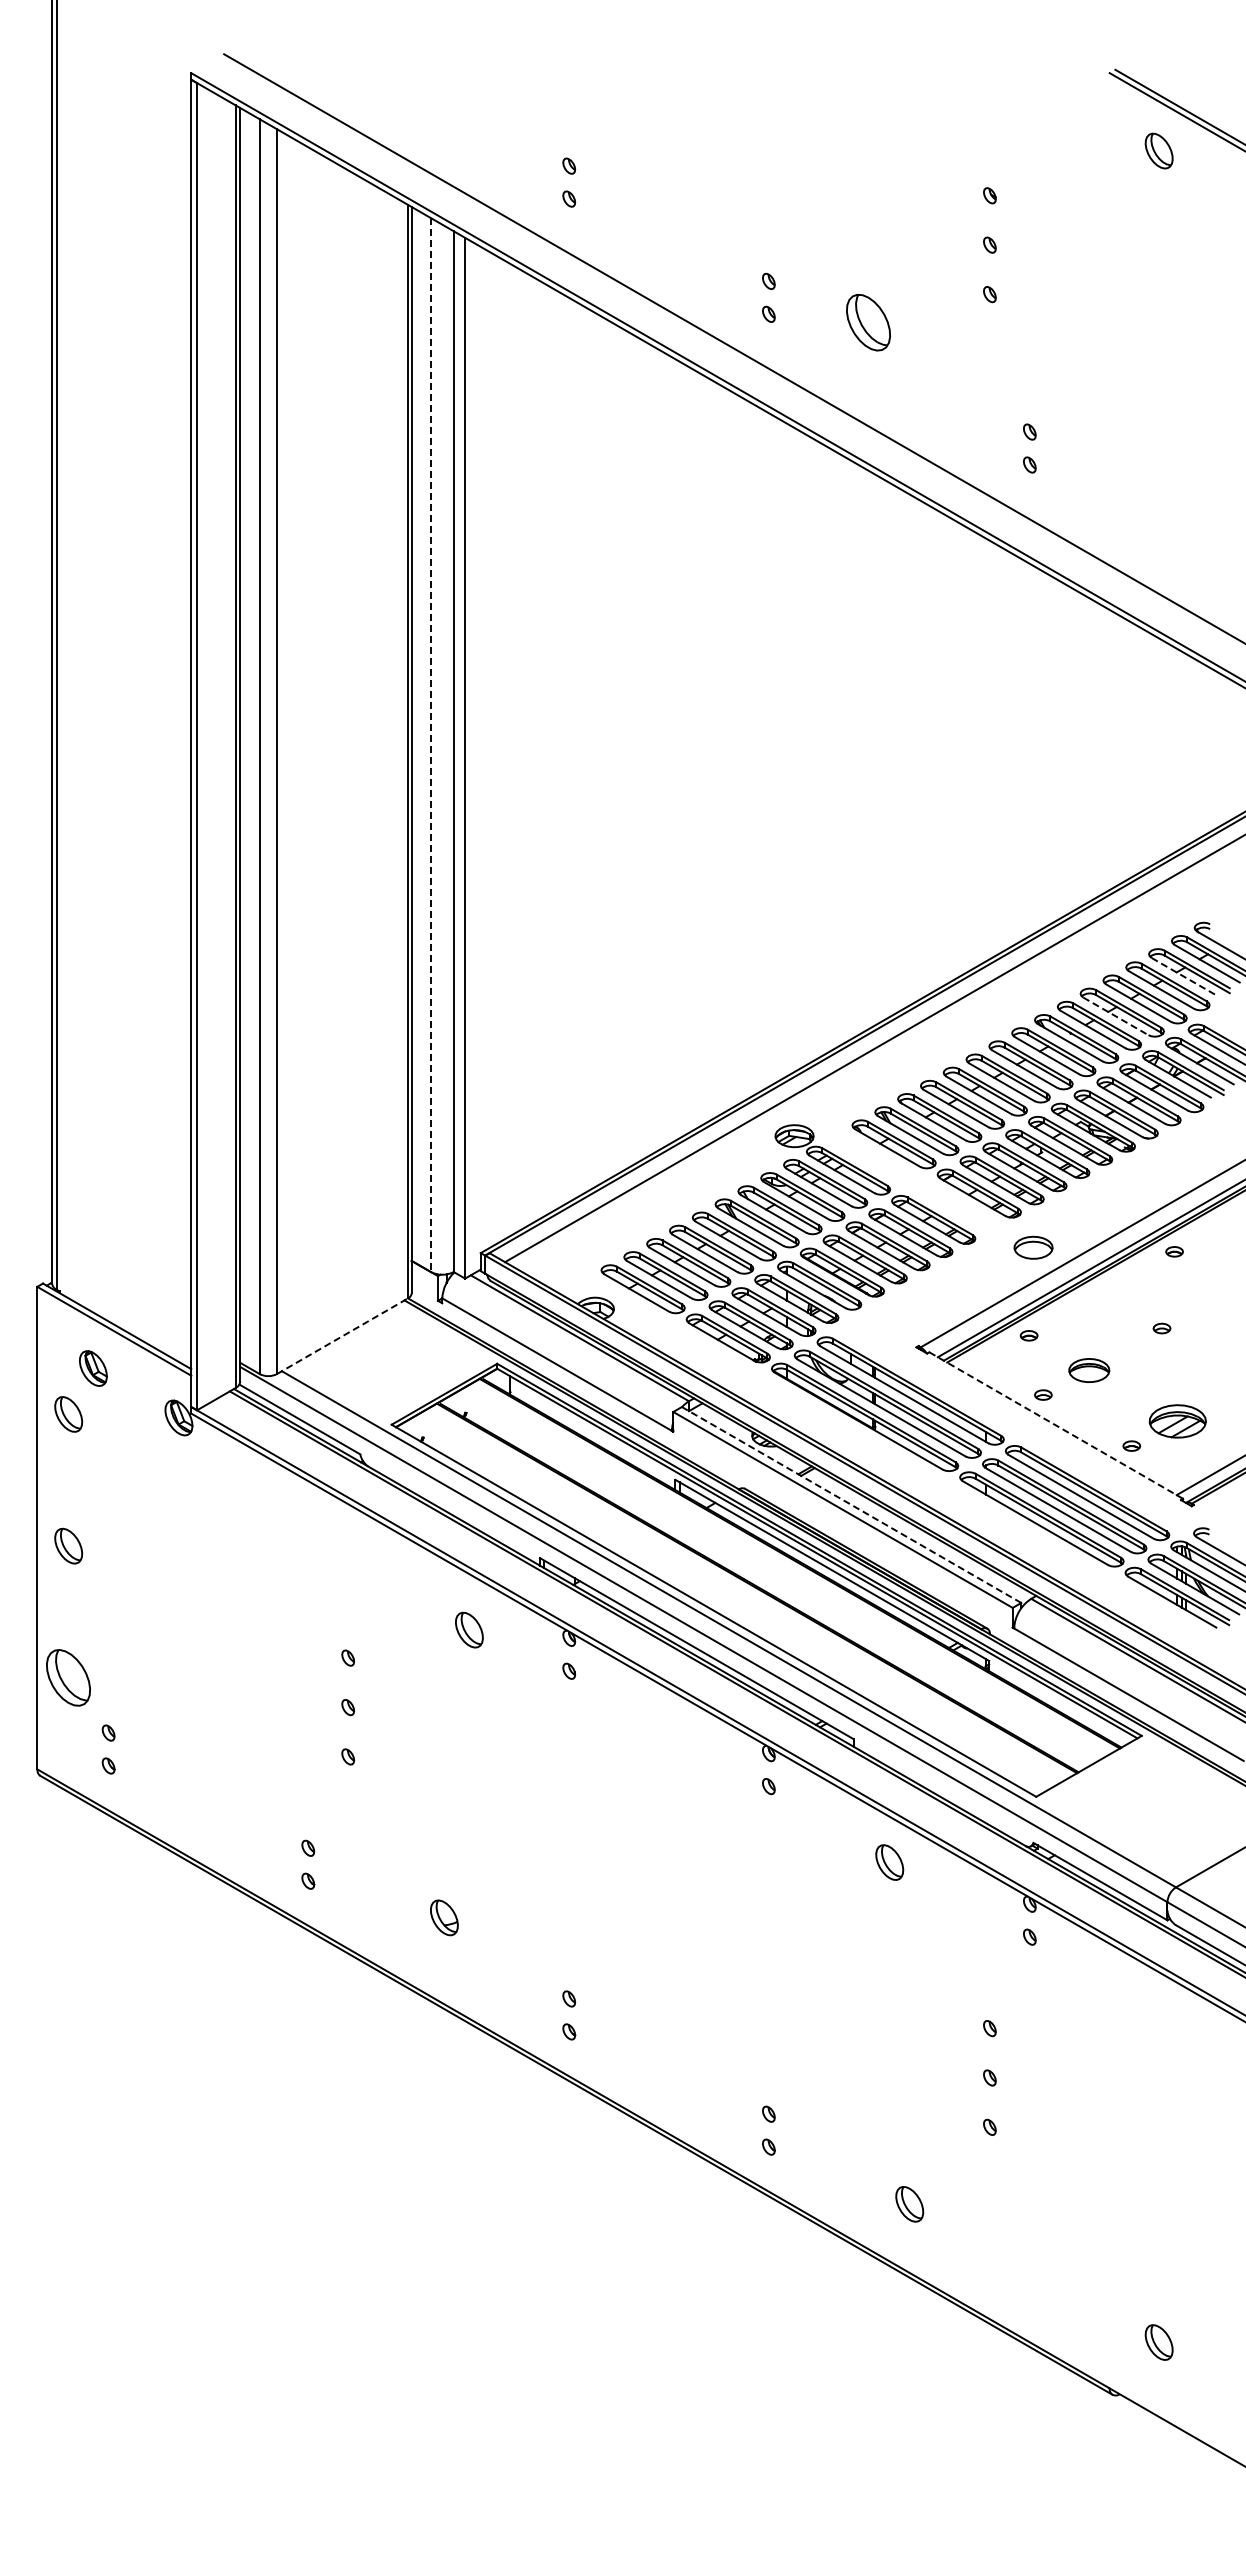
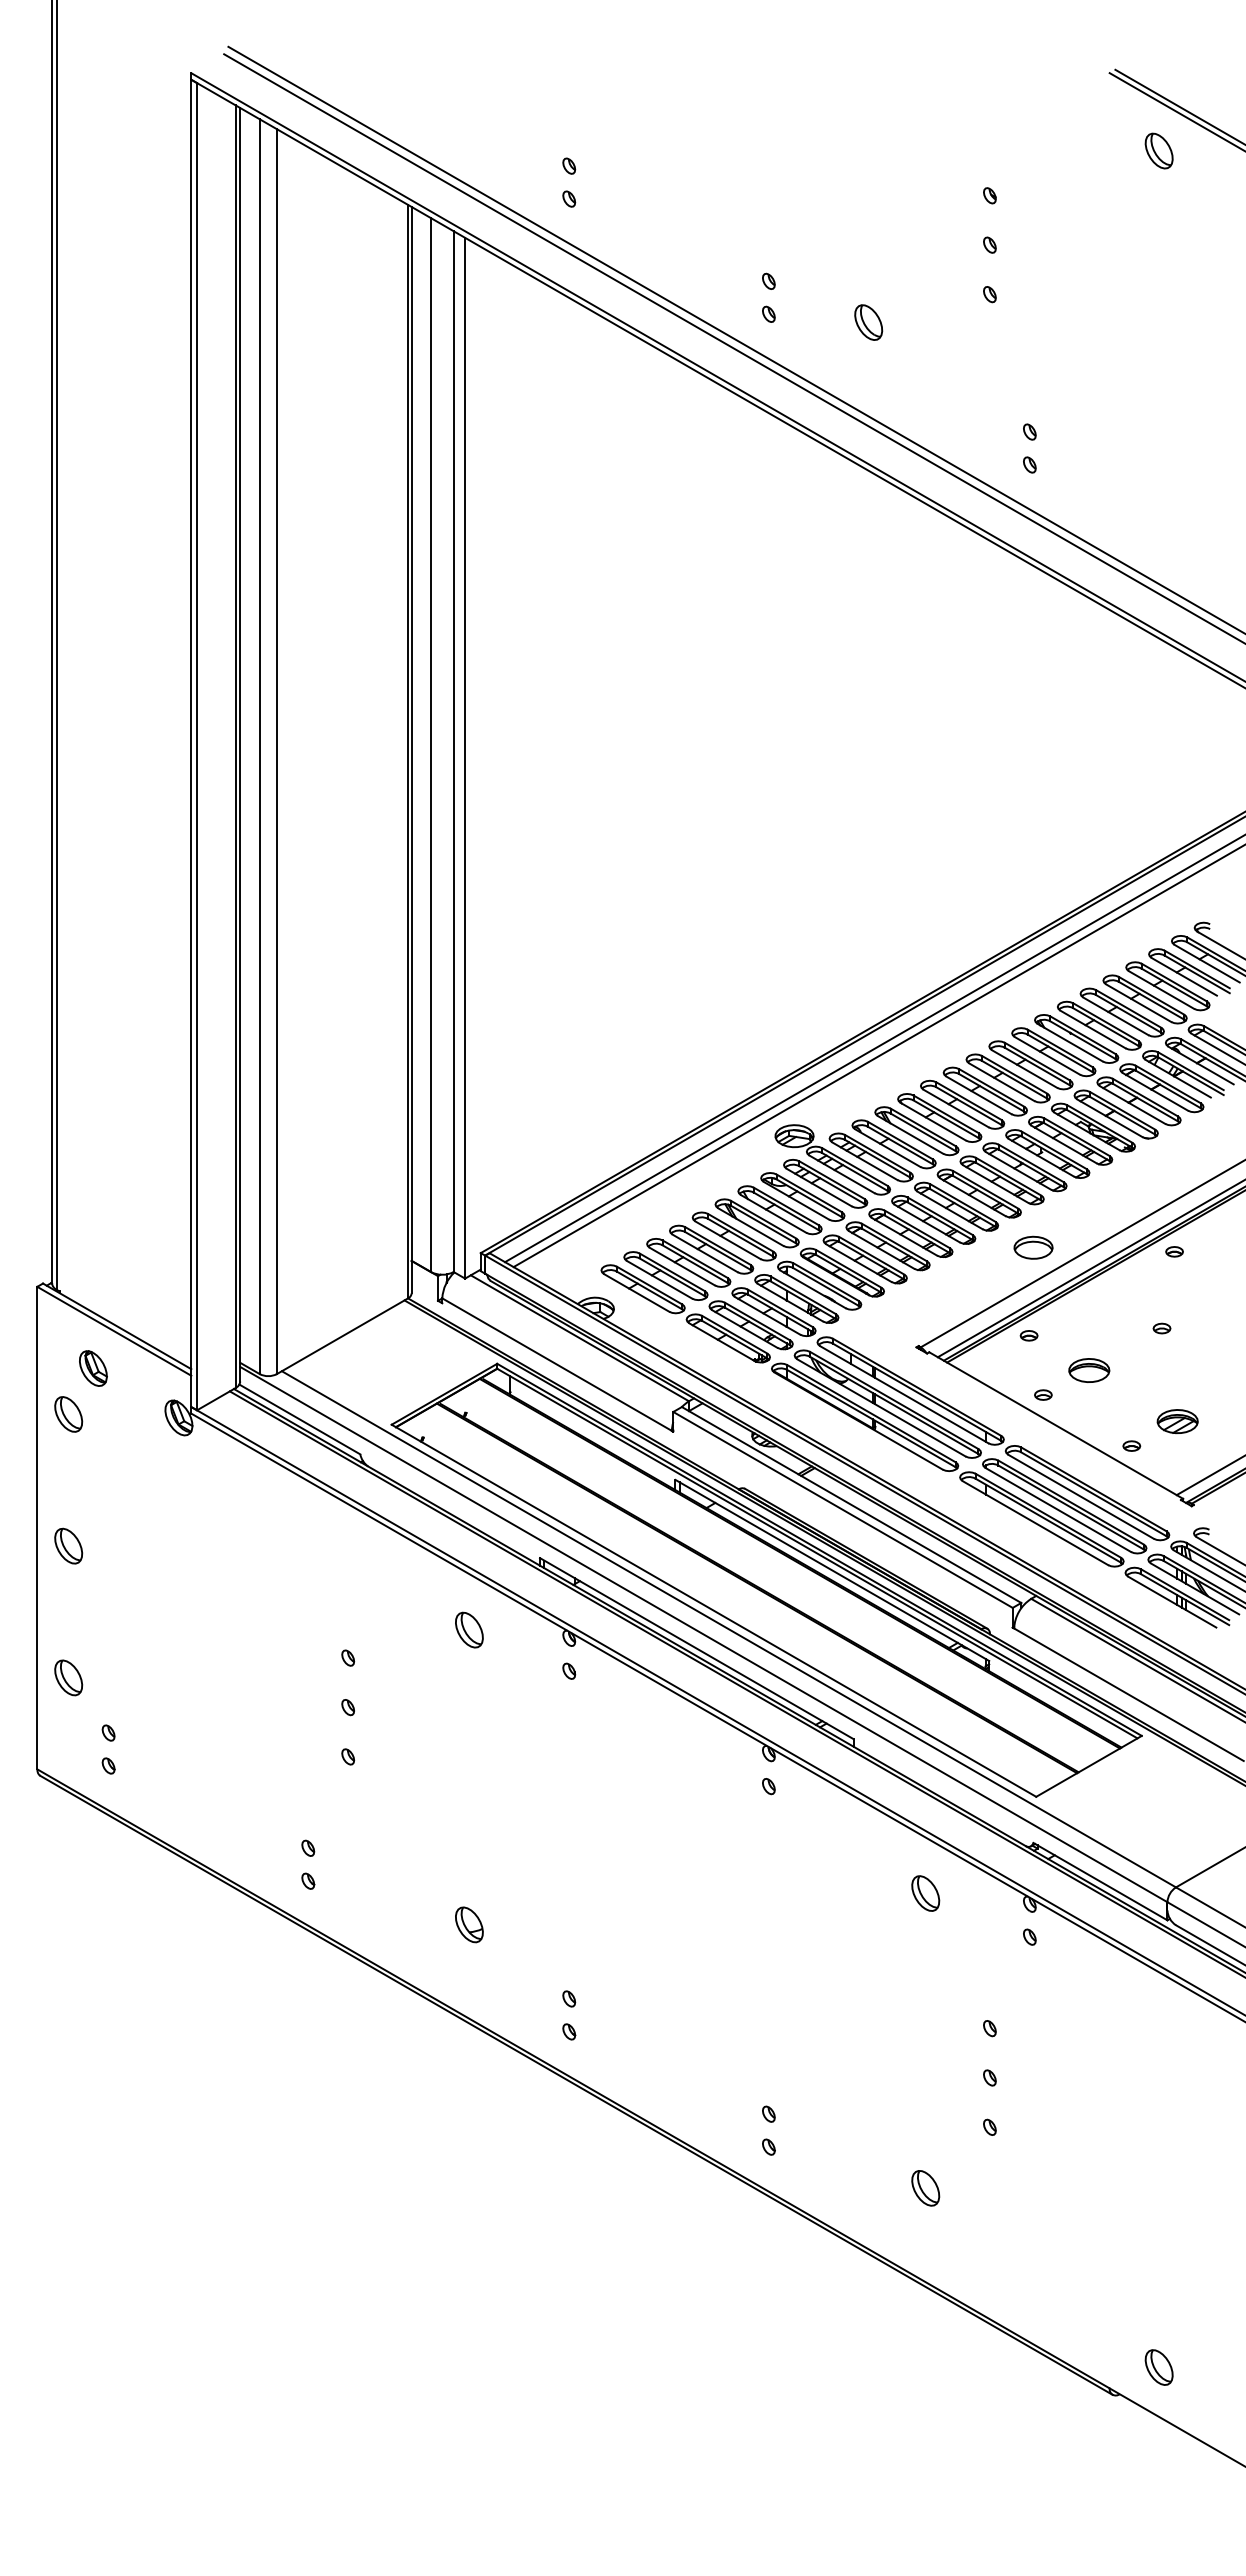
part at (868, 322) size: 45x59 px -> 30x37 px
line at (735, 339): none -> present
line at (430, 745): dashed -> solid
line at (1184, 976): dashed -> solid
line at (1115, 1016): dashed -> solid
line at (877, 1056): none -> present
part at (913, 1181): none -> present
line at (342, 1336): dashed -> solid
part at (1177, 1421) size: 59x35 px -> 43x26 px
line at (1056, 1425): dashed -> solid
line at (851, 1505): dashed -> solid
part at (68, 1677) size: 45x58 px -> 30x38 px
part at (889, 1862) position: (889, 1862) -> (925, 1893)
part at (444, 1917) position: (444, 1917) -> (469, 1924)
part at (909, 2204) position: (909, 2204) -> (925, 2188)
part at (1158, 2342) position: (1158, 2342) -> (1158, 2367)
